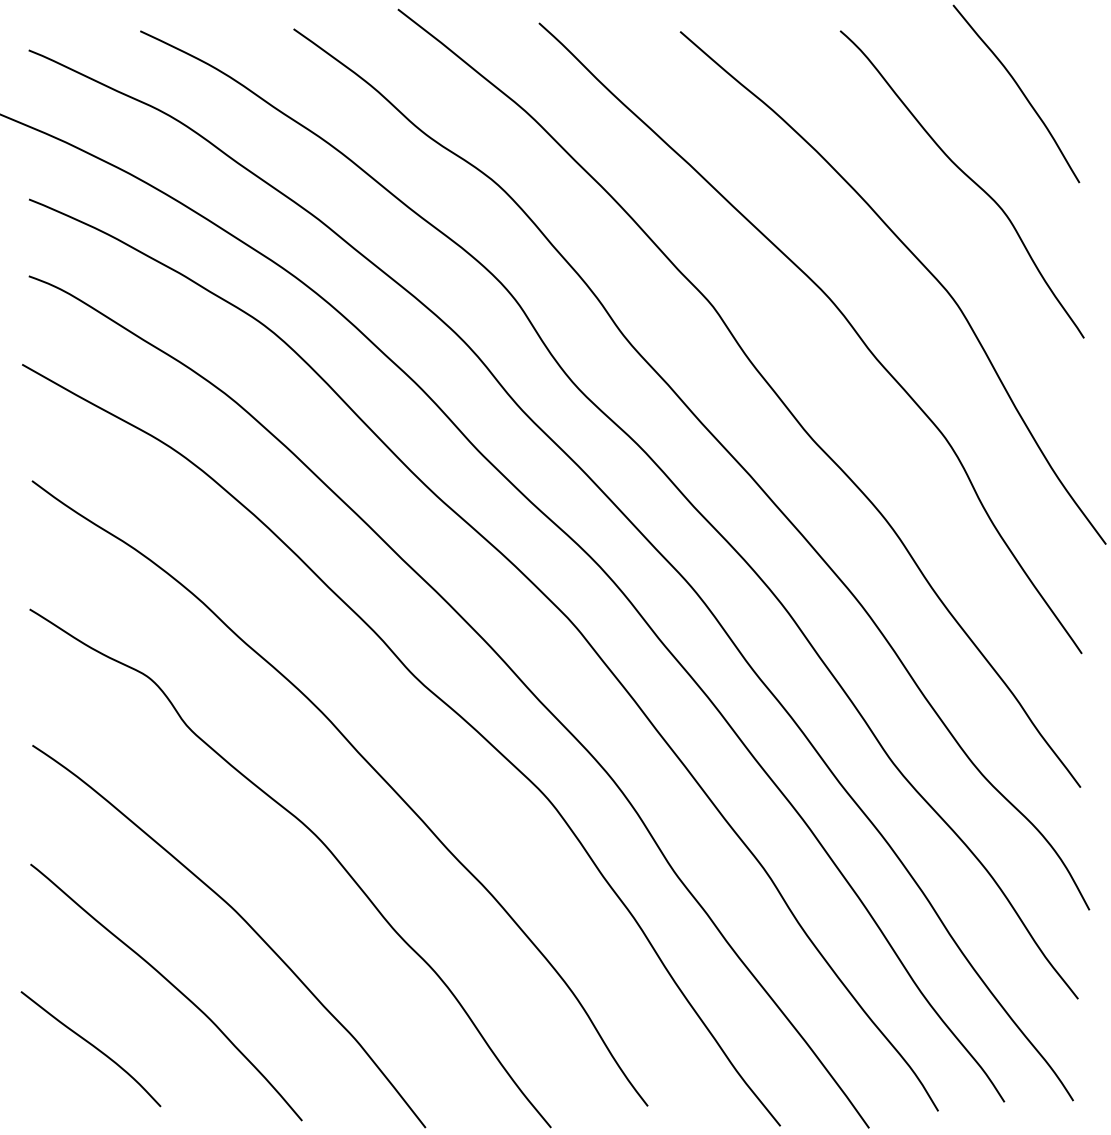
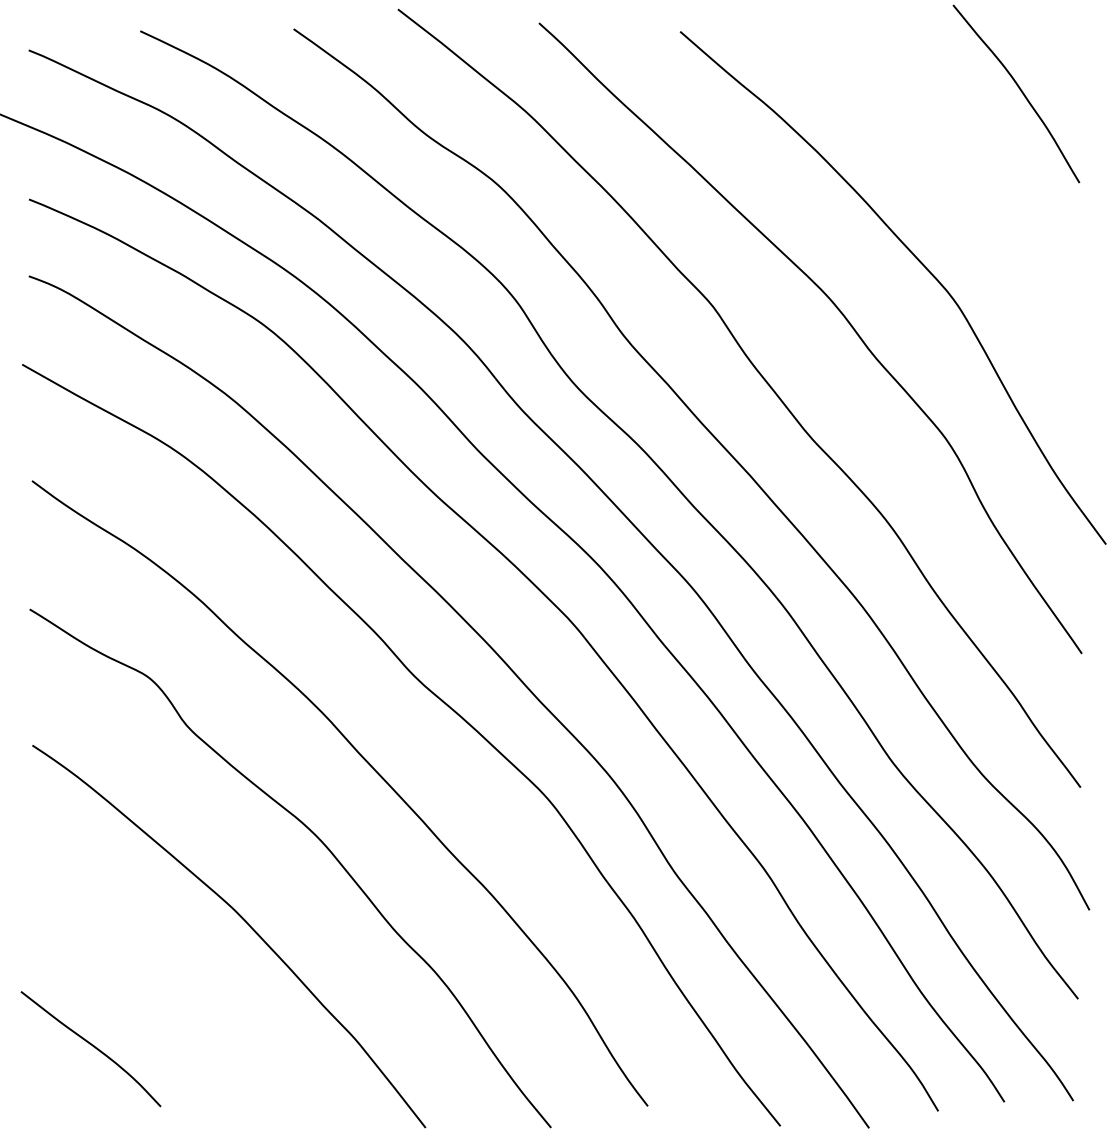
curve at (967, 177): present -> none
curve at (172, 986): present -> none
